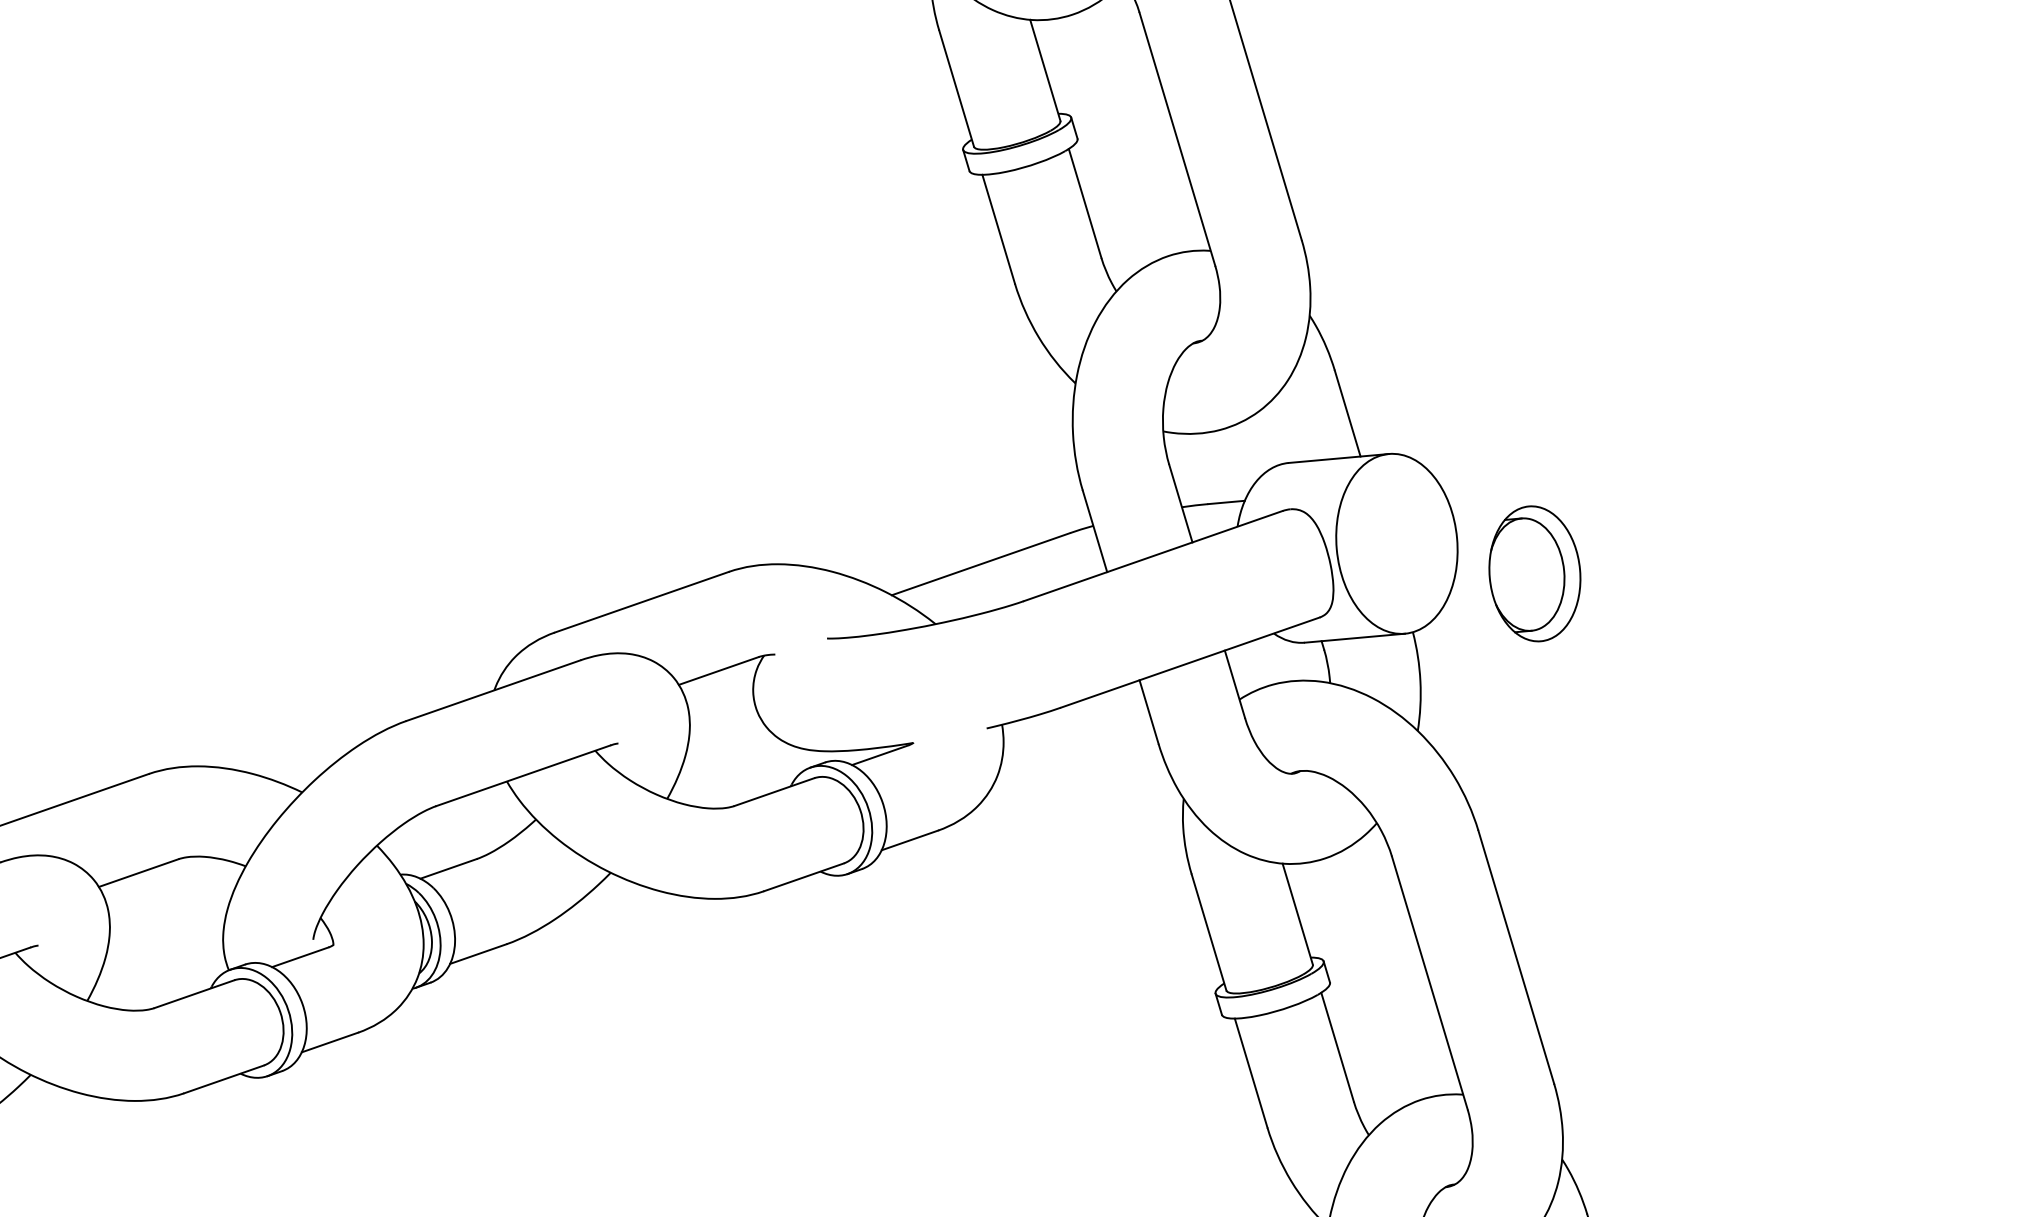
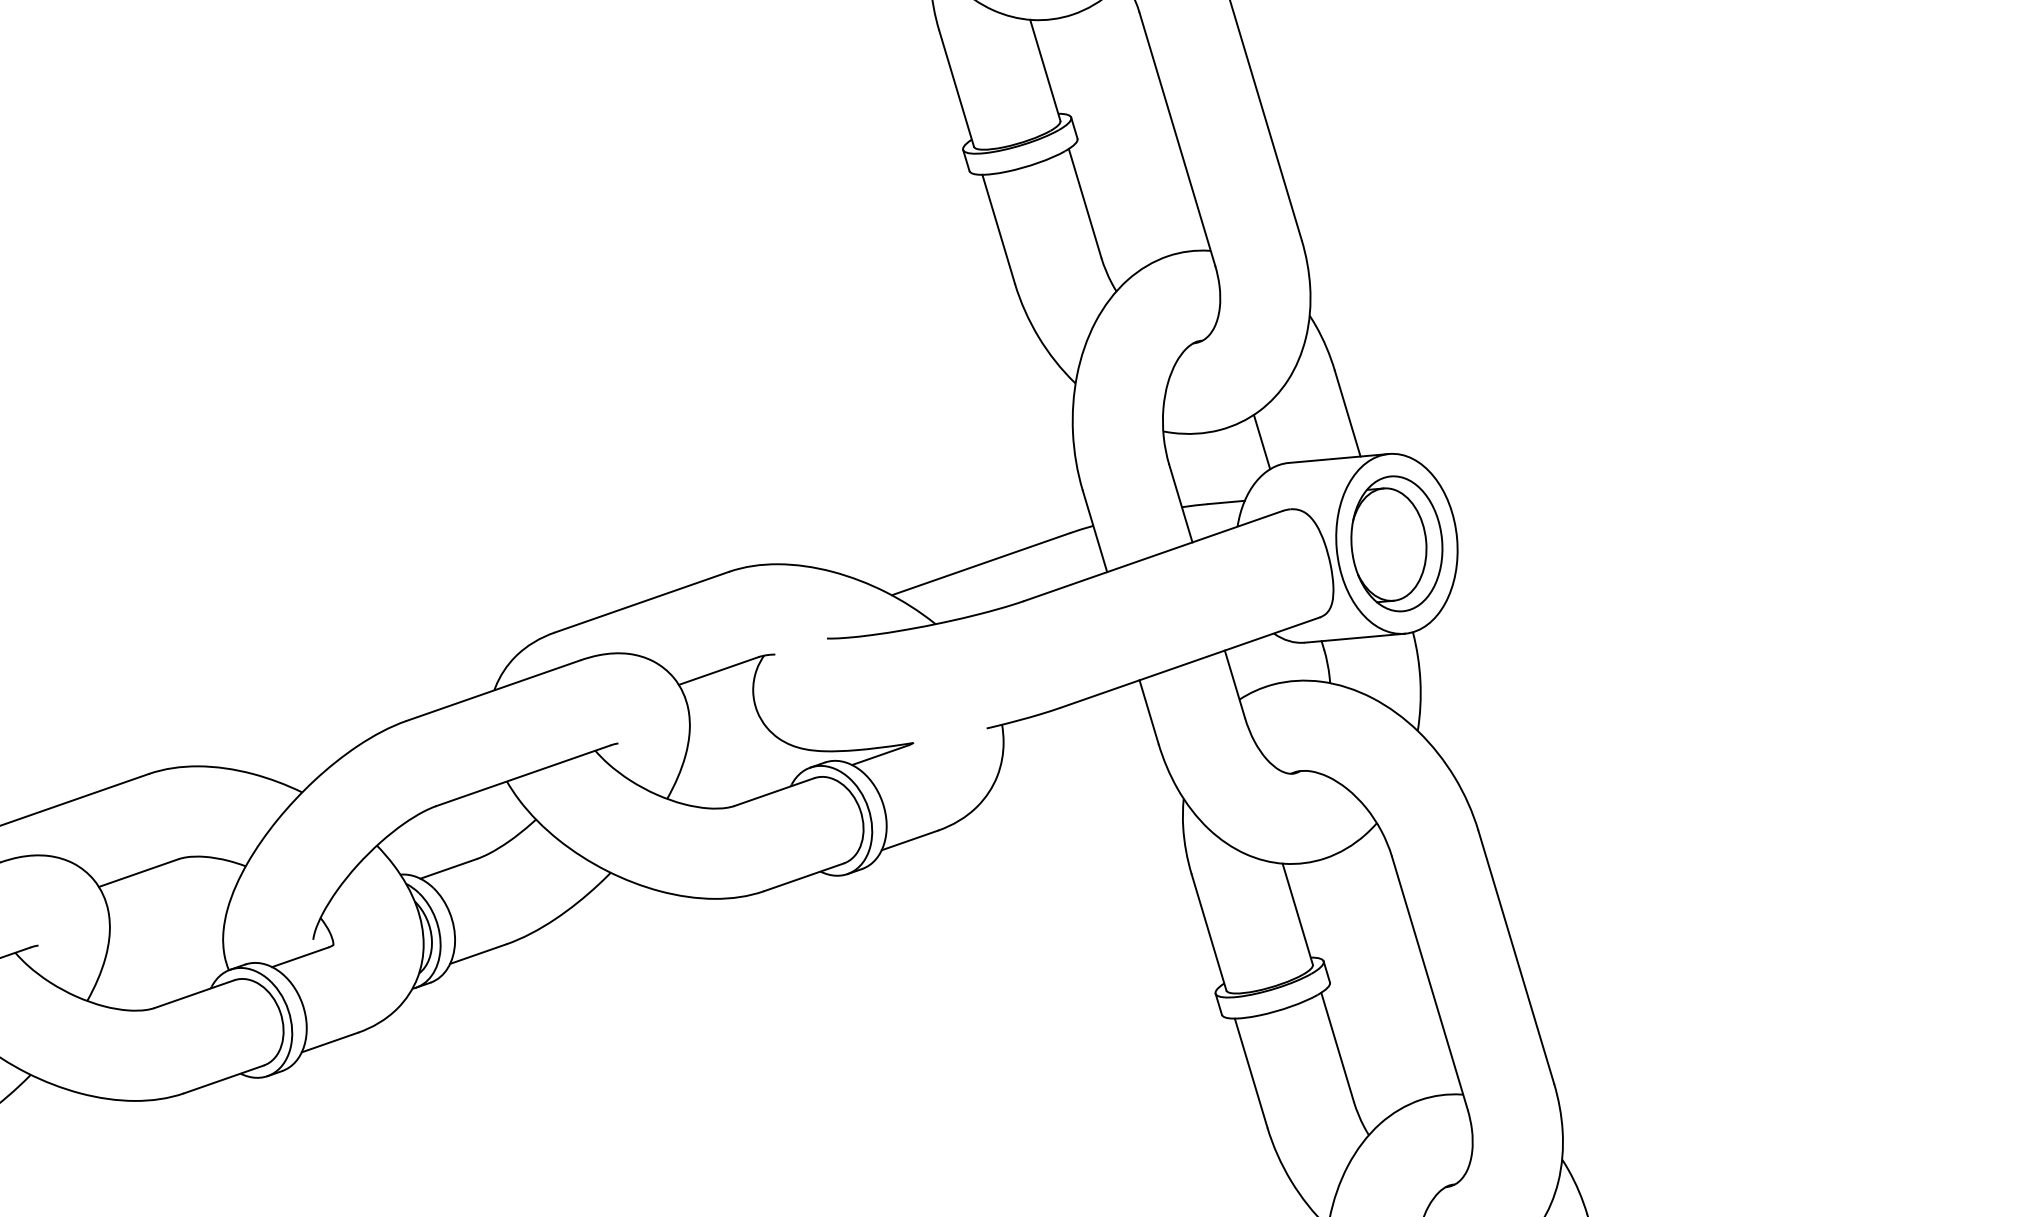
line at (1261, 441): none -> present
part at (1534, 573) position: (1534, 573) -> (1396, 543)
